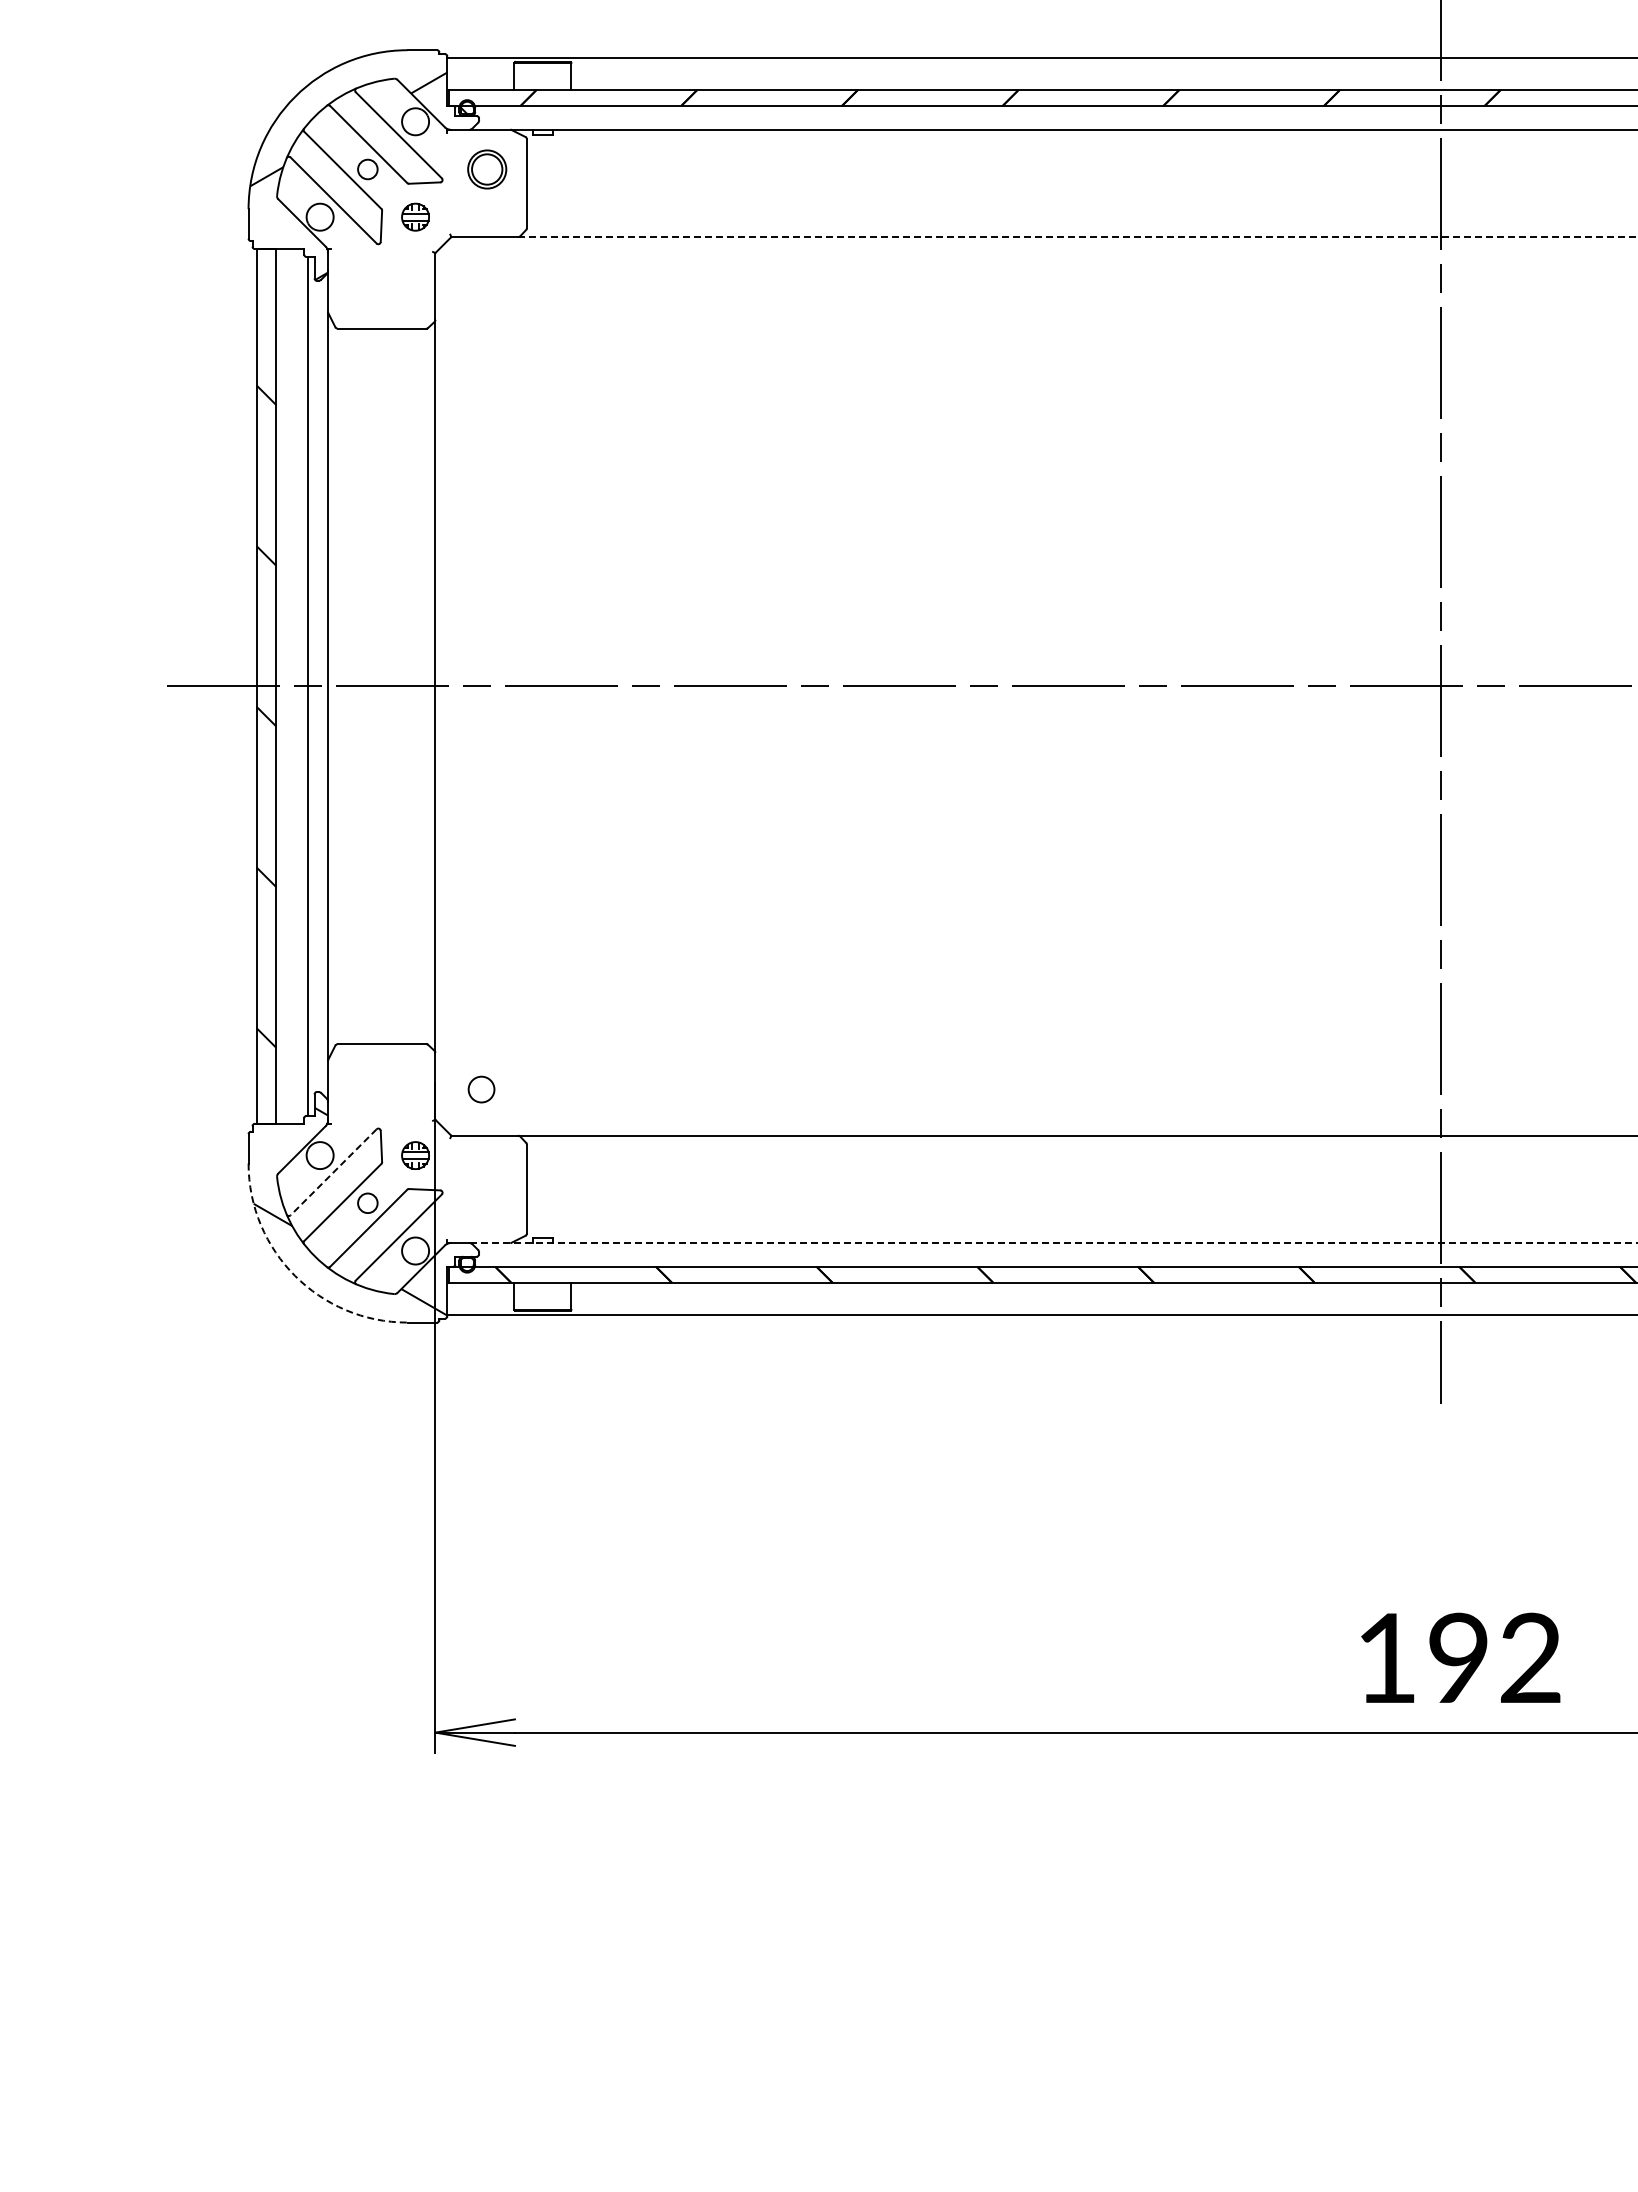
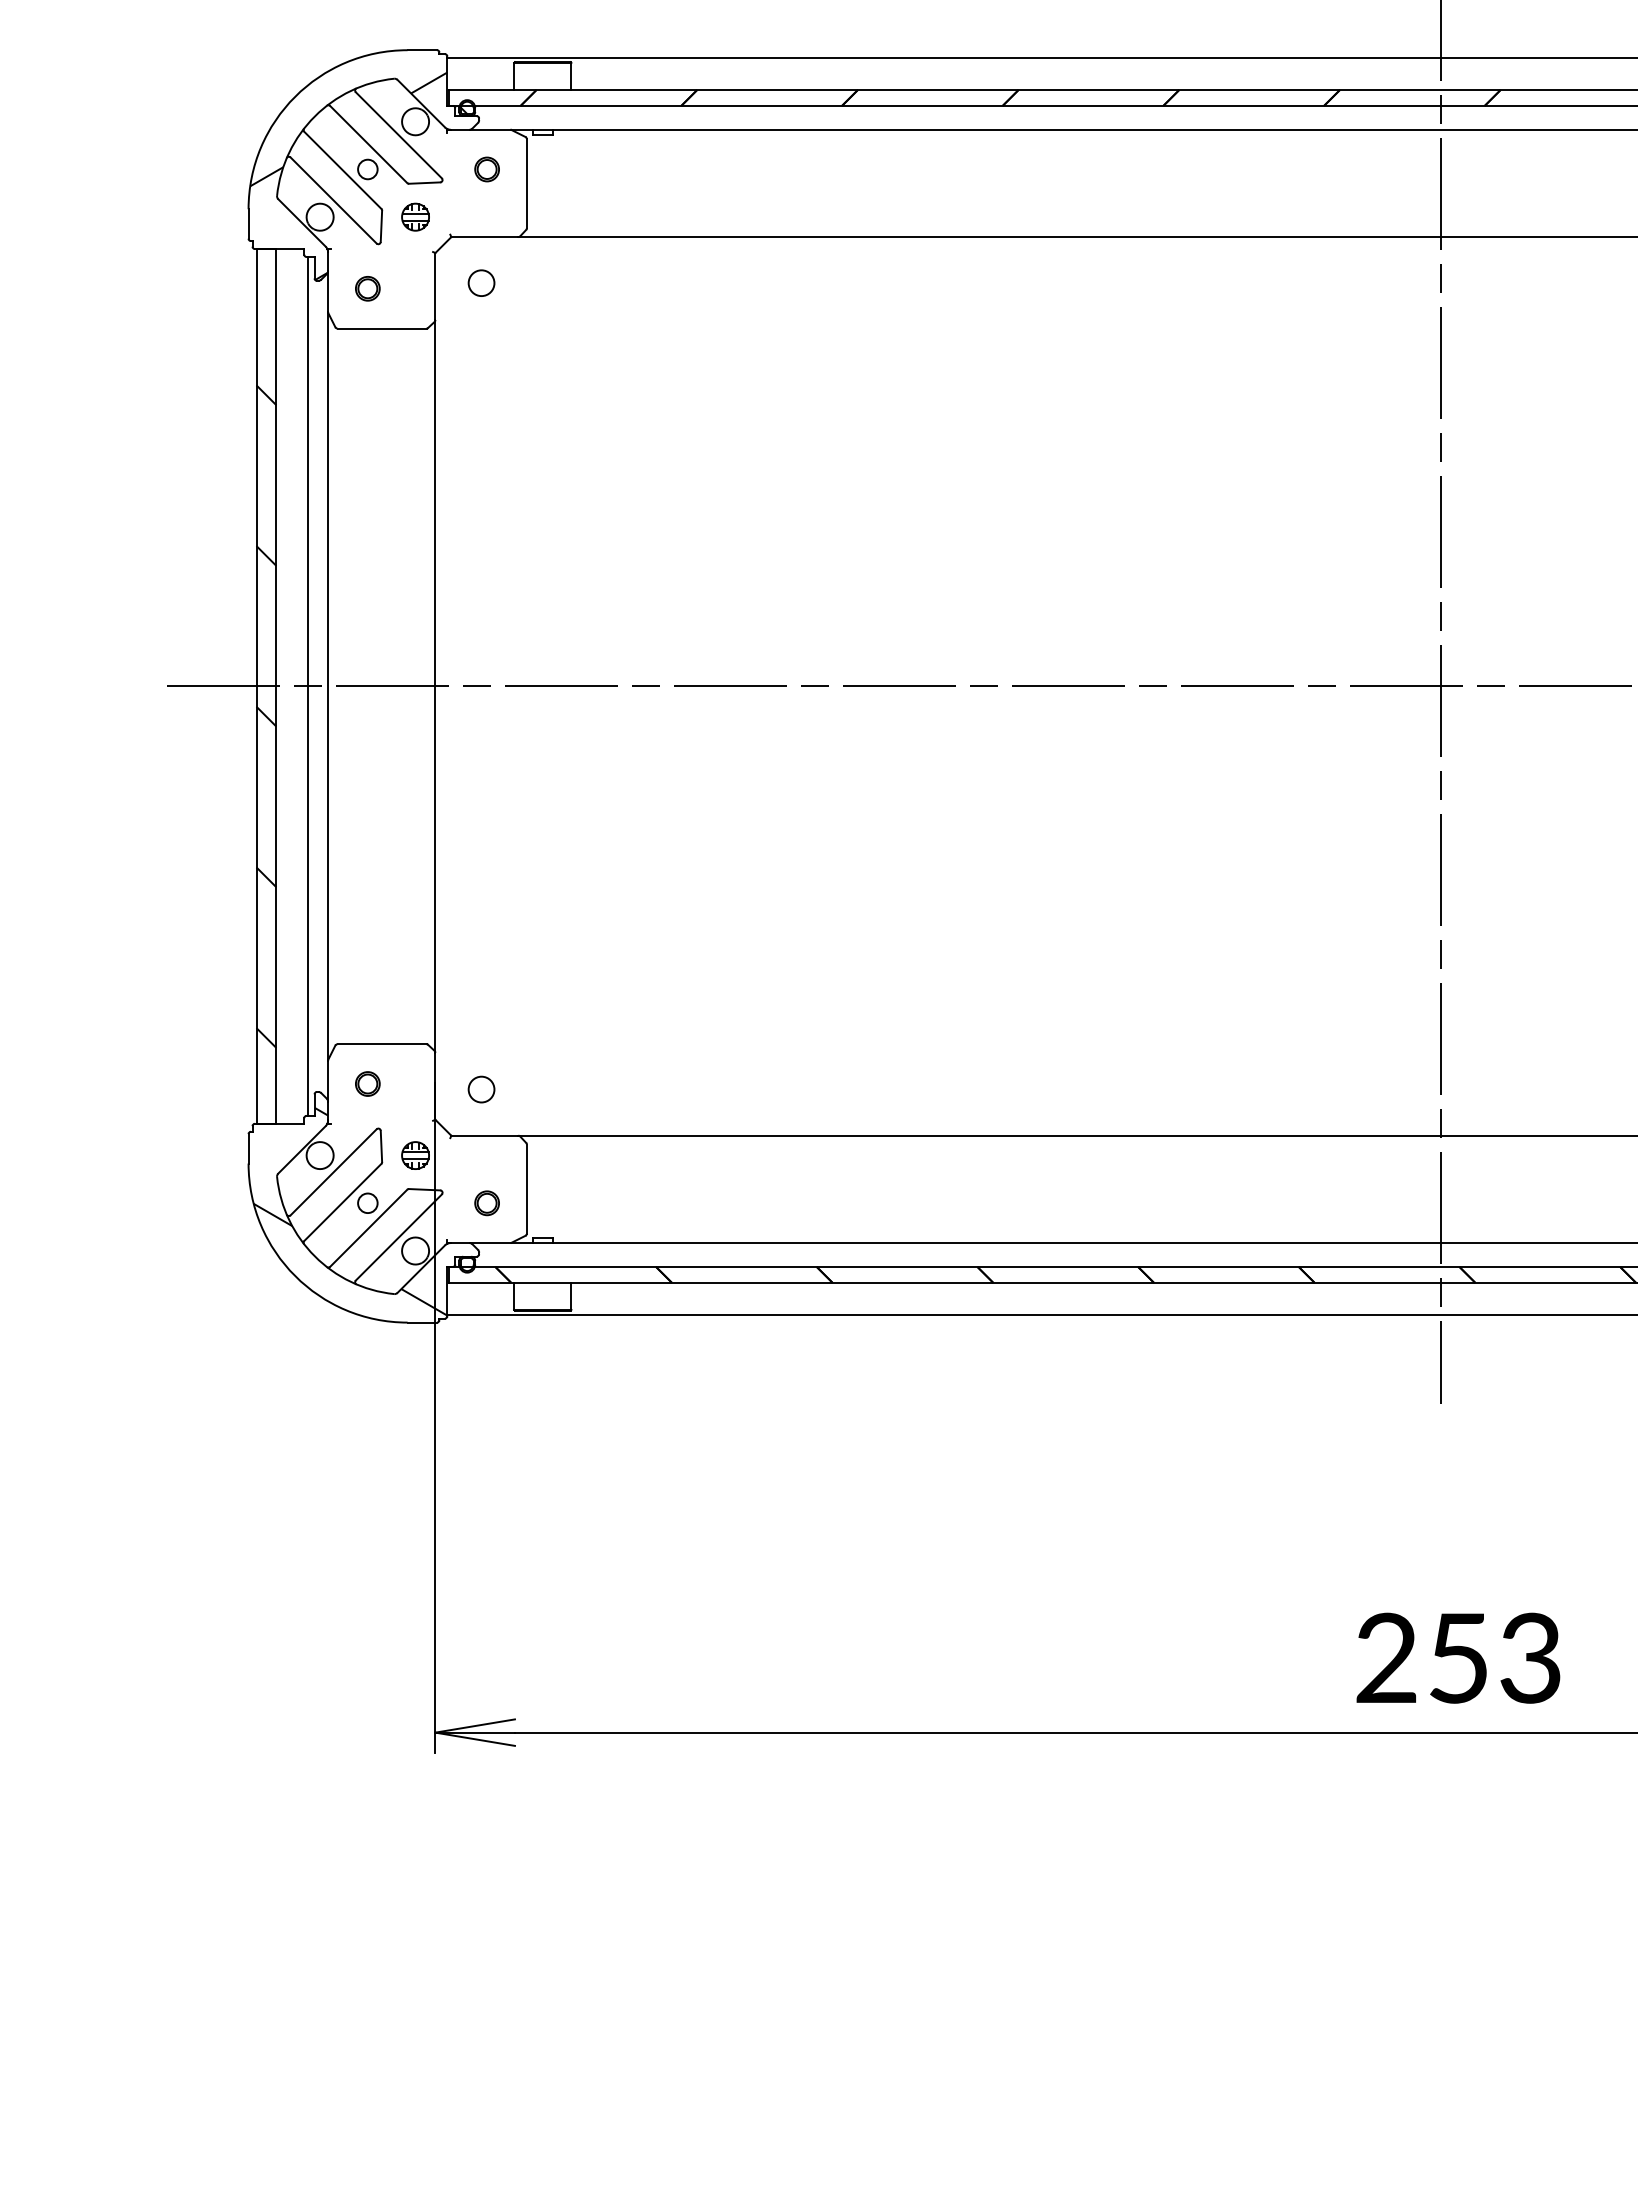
part at (487, 169) size: 41x41 px -> 26x27 px
line at (1078, 237): dashed -> solid
circle at (481, 282): none -> present
part at (367, 288): none -> present
part at (367, 1083): none -> present
line at (333, 1172): dashed -> solid
part at (486, 1203): none -> present
line at (1053, 1243): dashed -> solid
arc at (295, 1276): dashed -> solid
text at (1458, 1657): 192 -> 253
